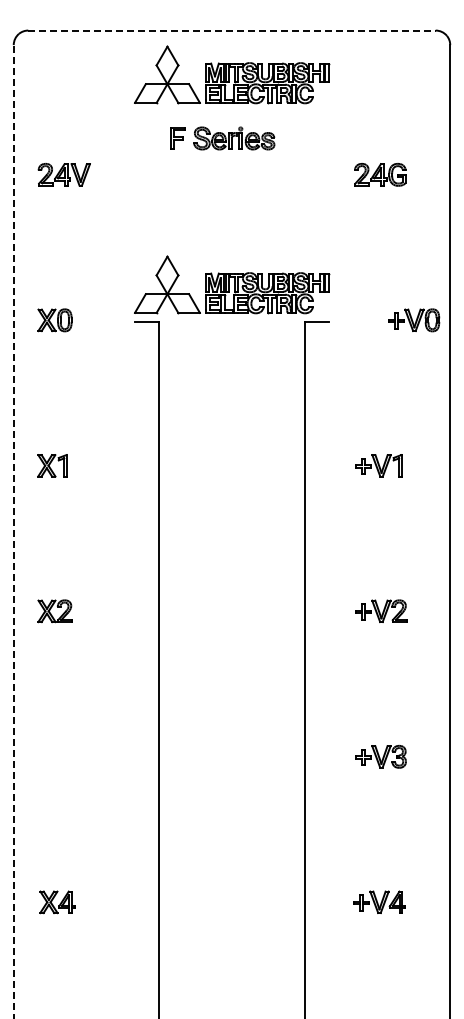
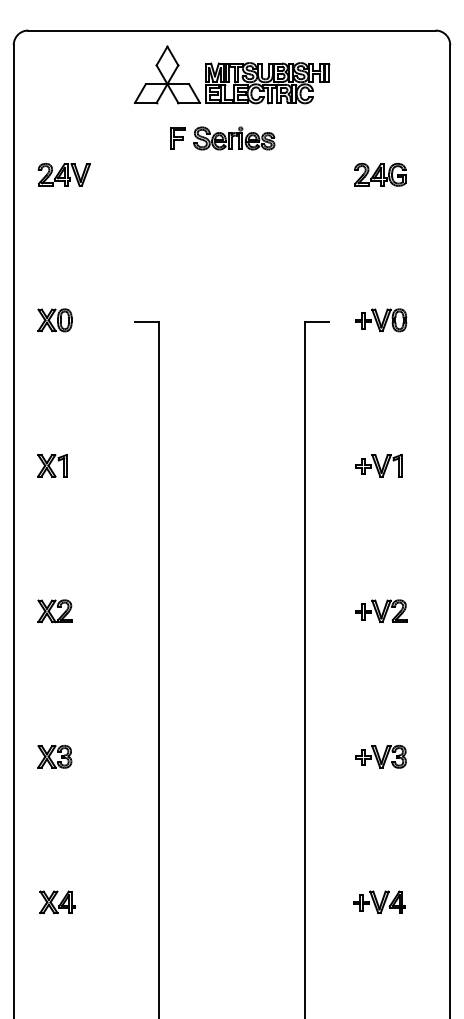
line at (231, 30): dashed -> solid
part at (232, 284): present -> none
part at (414, 320) position: (414, 320) -> (381, 320)
line at (13, 531): dashed -> solid
part at (54, 756): none -> present
